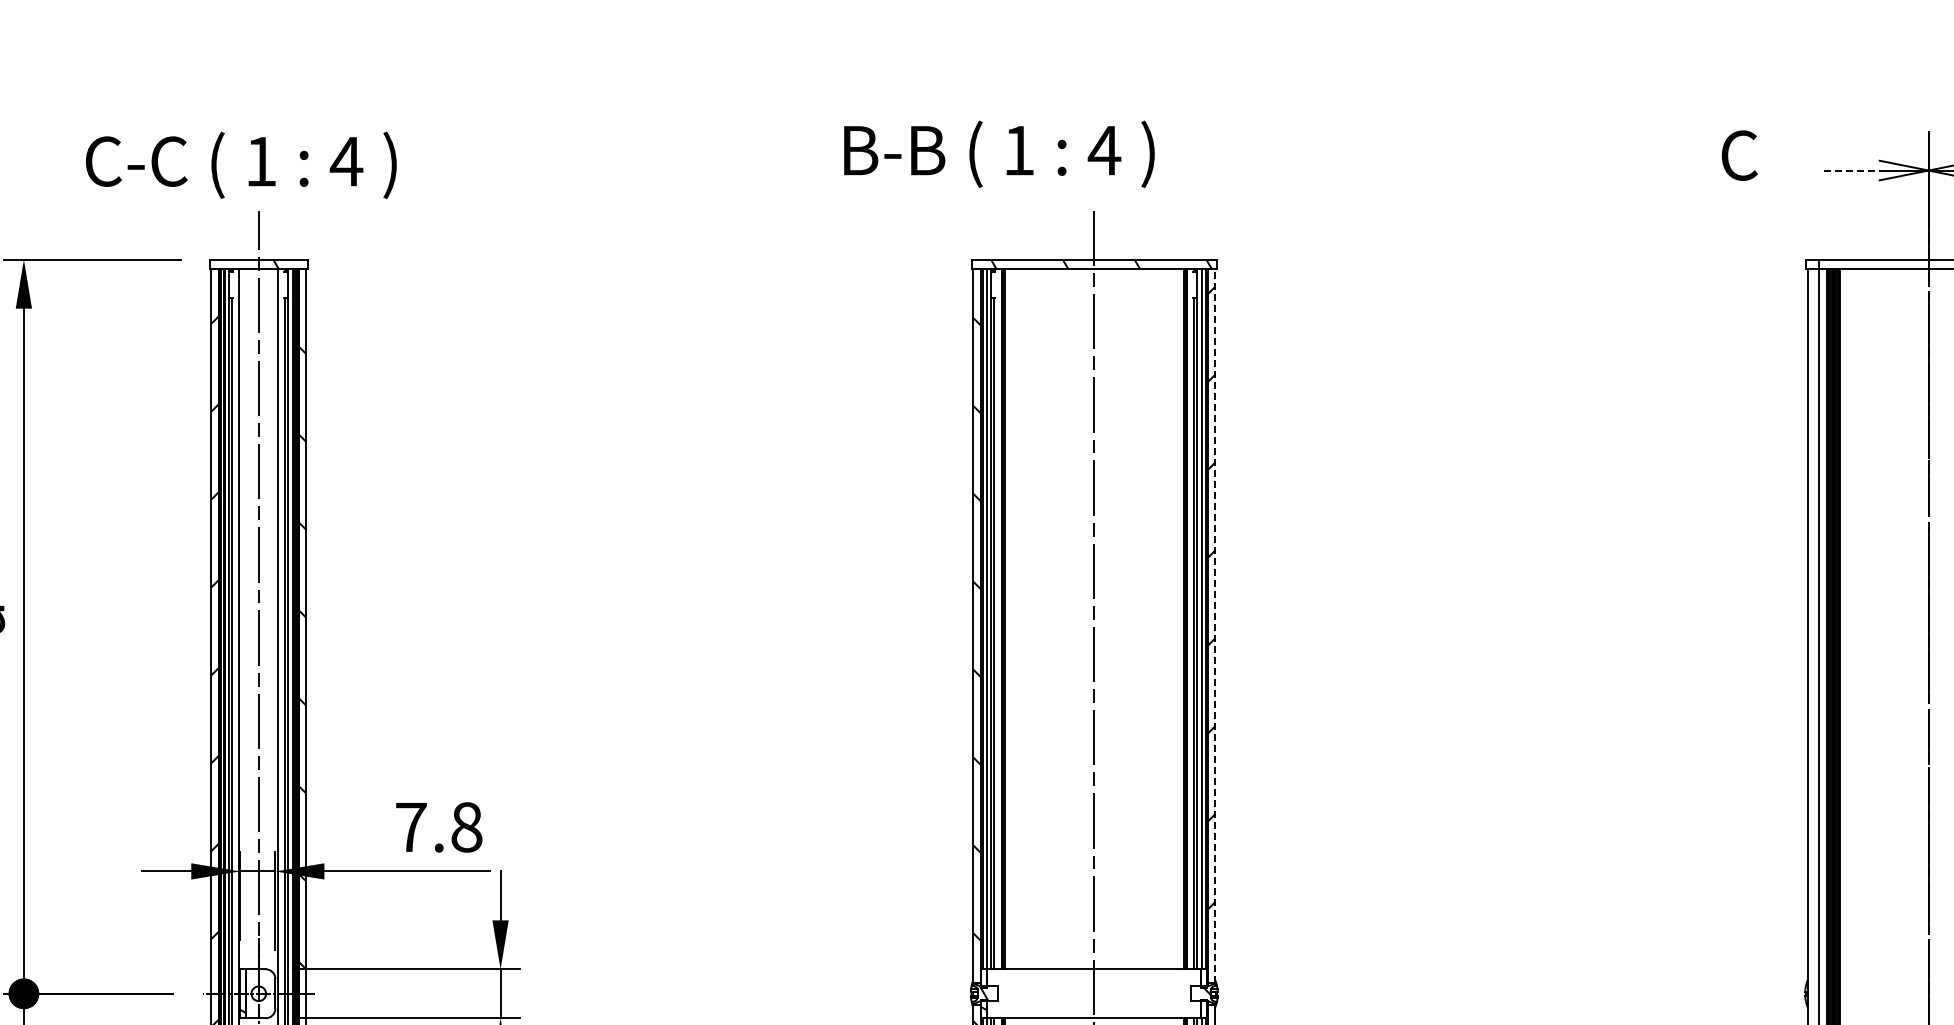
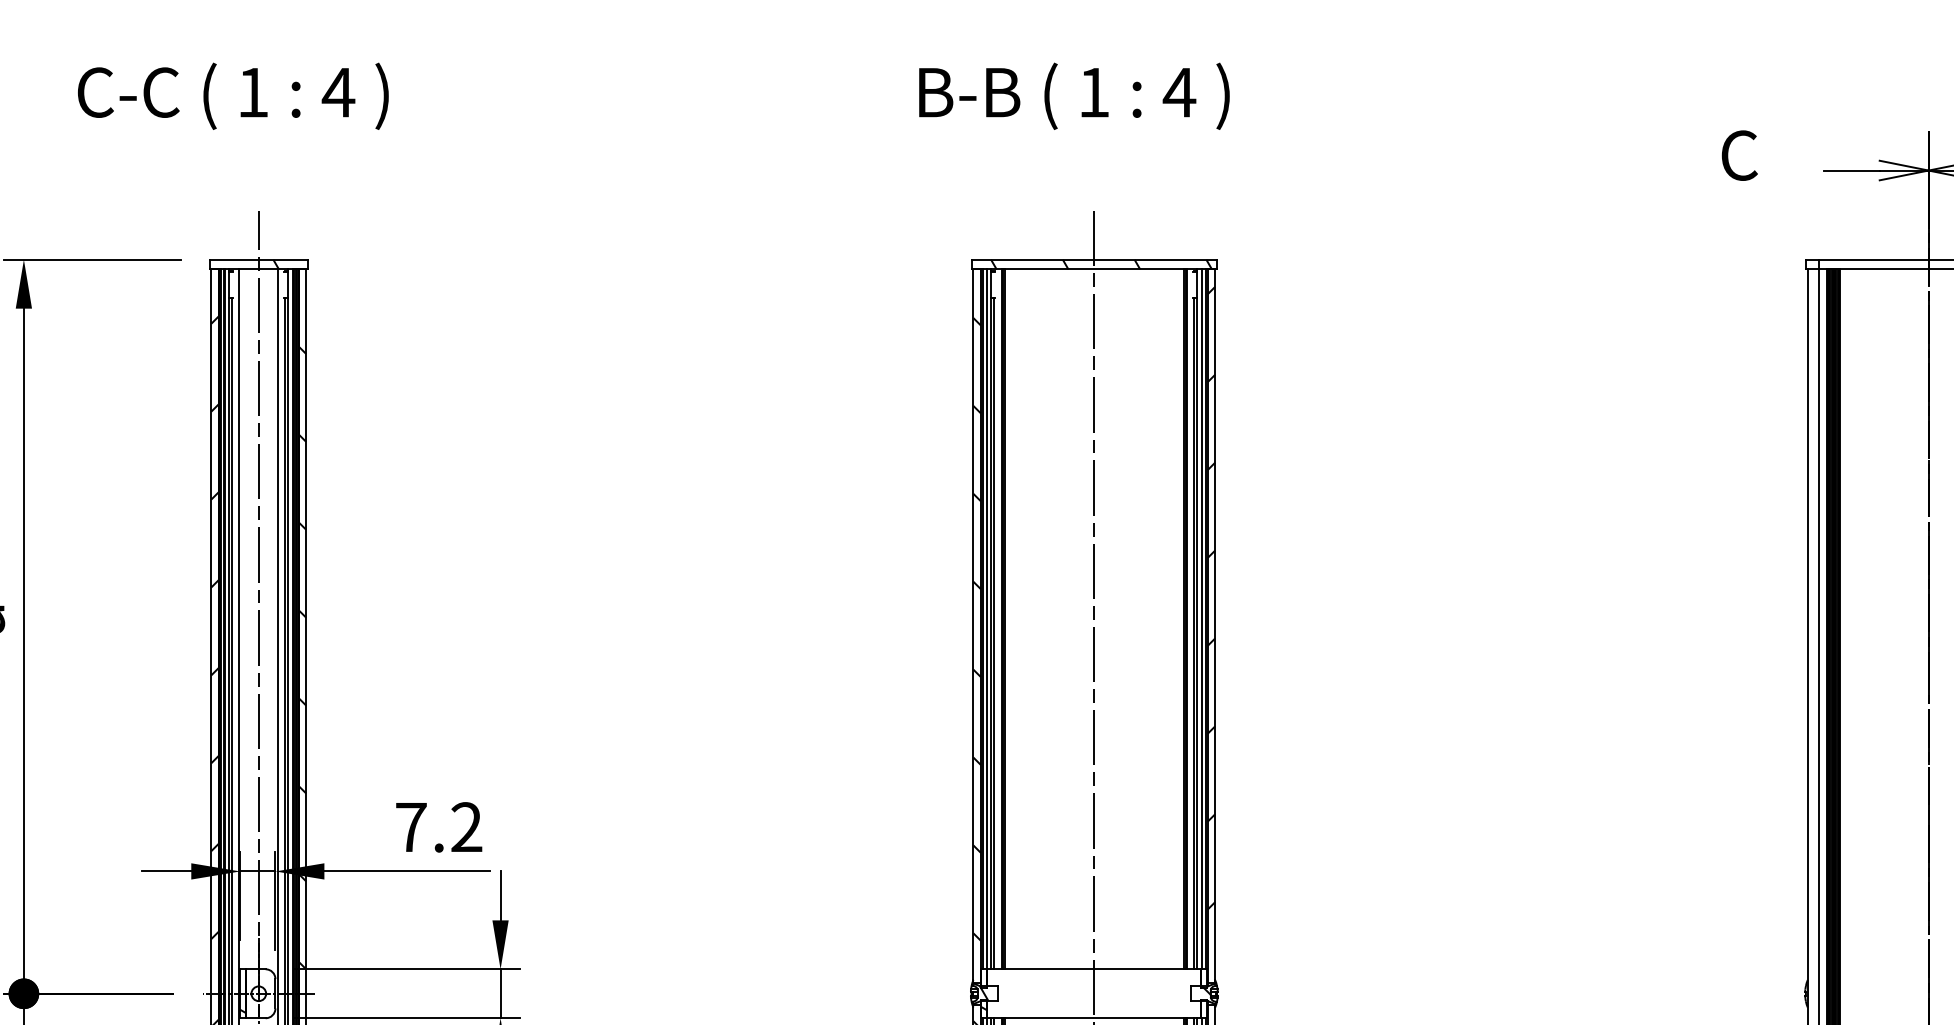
text at (999, 153) position: (999, 153) -> (1074, 95)
text at (241, 164) position: (241, 164) -> (233, 95)
line at (1852, 170): dashed -> solid
line at (1215, 626): dashed -> solid
text at (466, 827): 7.8 -> 7.2
